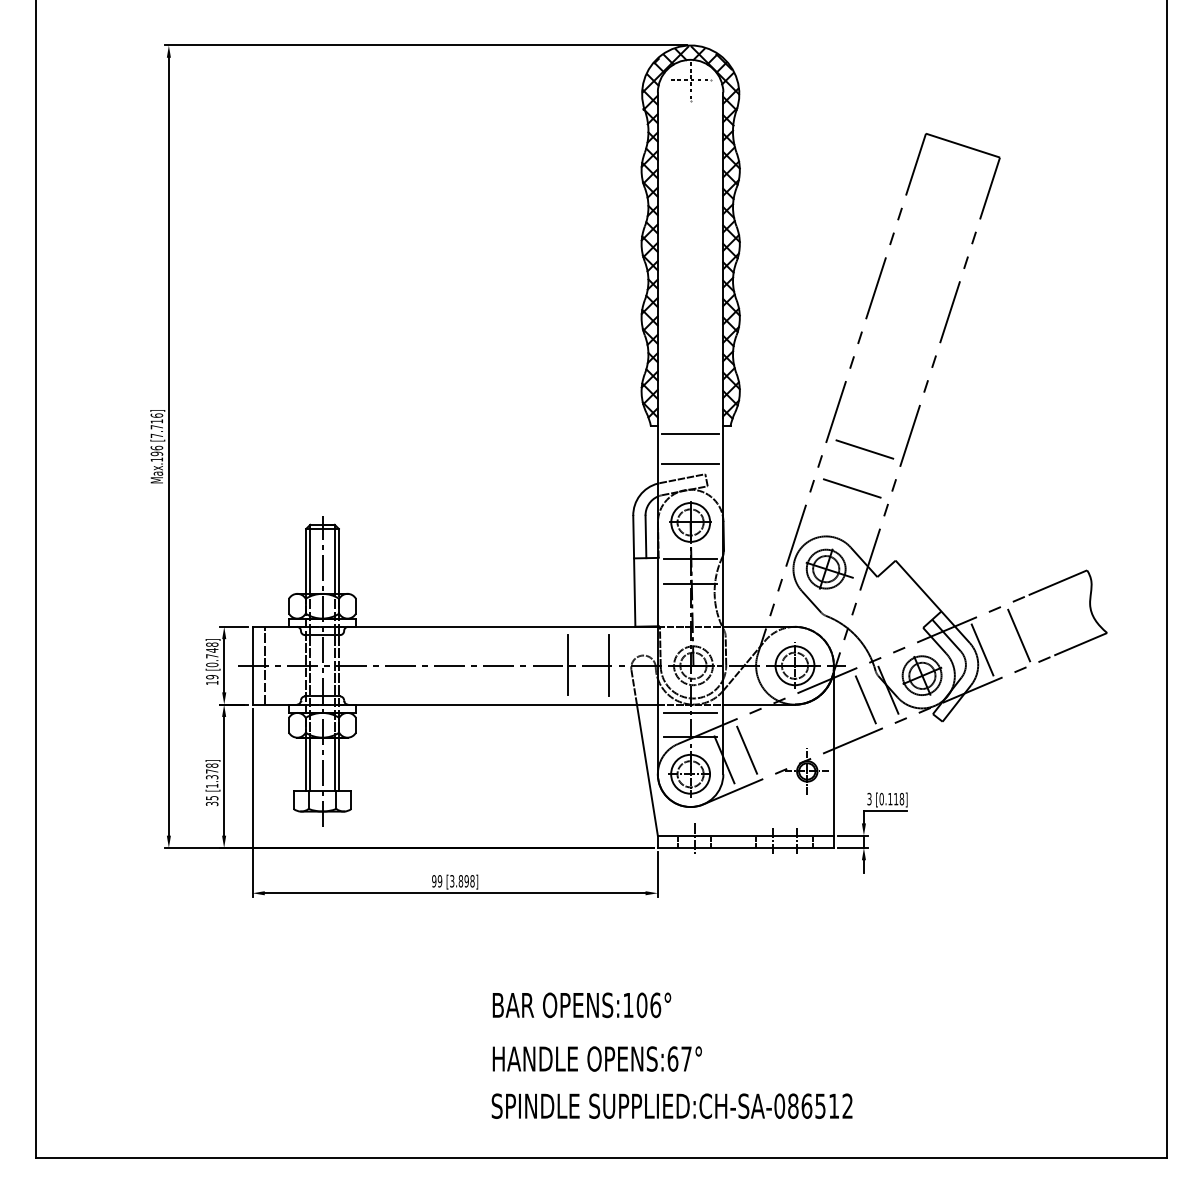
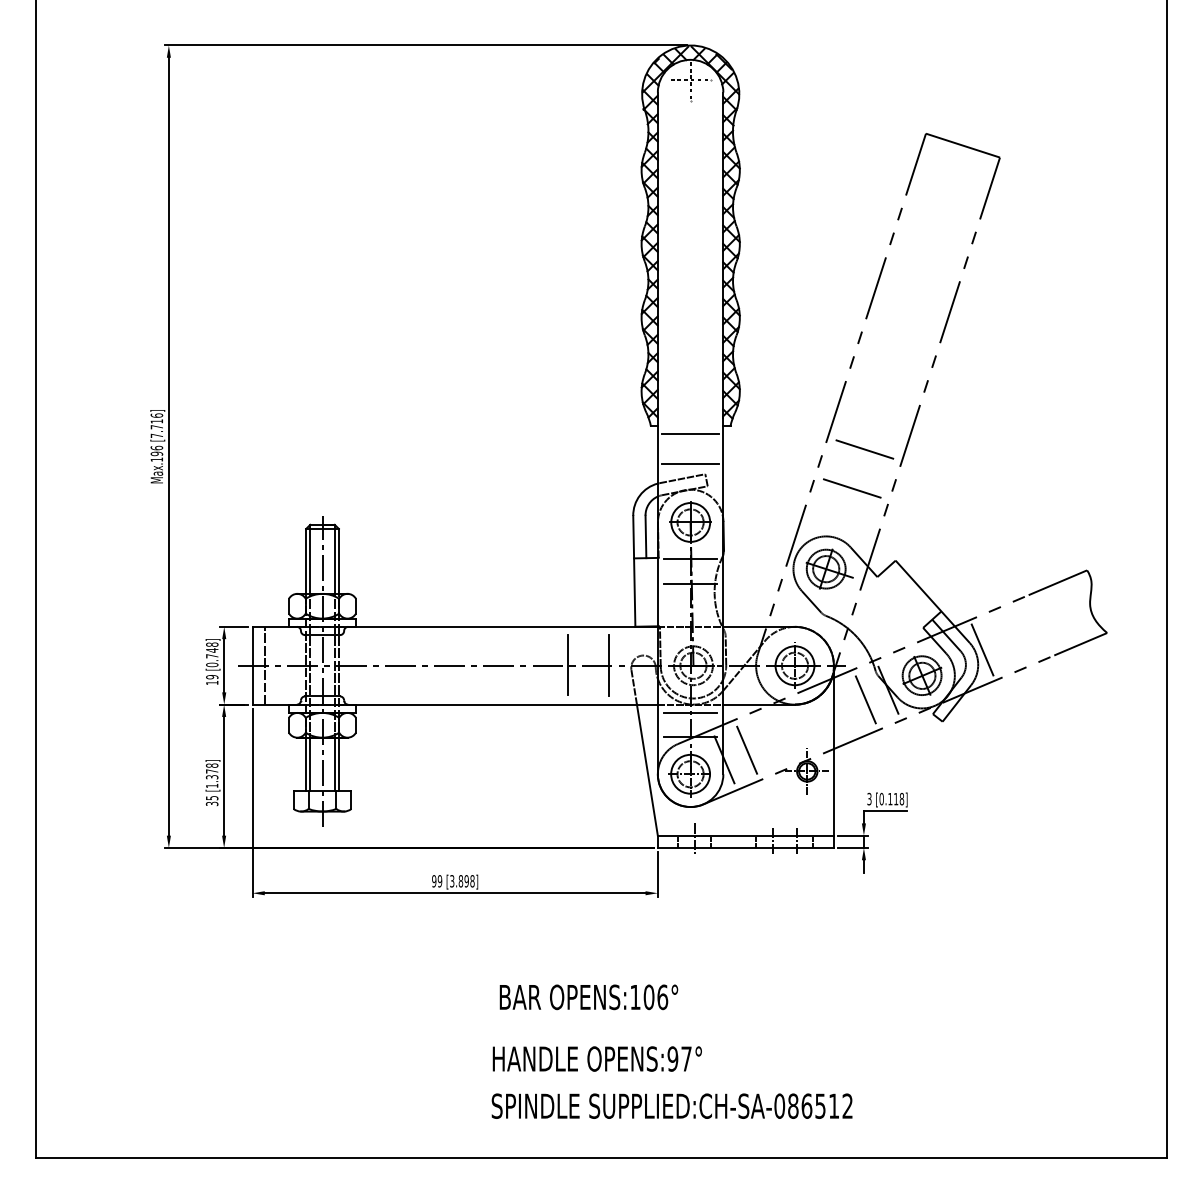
line at (1018, 635): present -> none
text at (581, 1005) position: (581, 1005) -> (588, 997)
text at (672, 1058): OPENS:67° -> OPENS:97°
